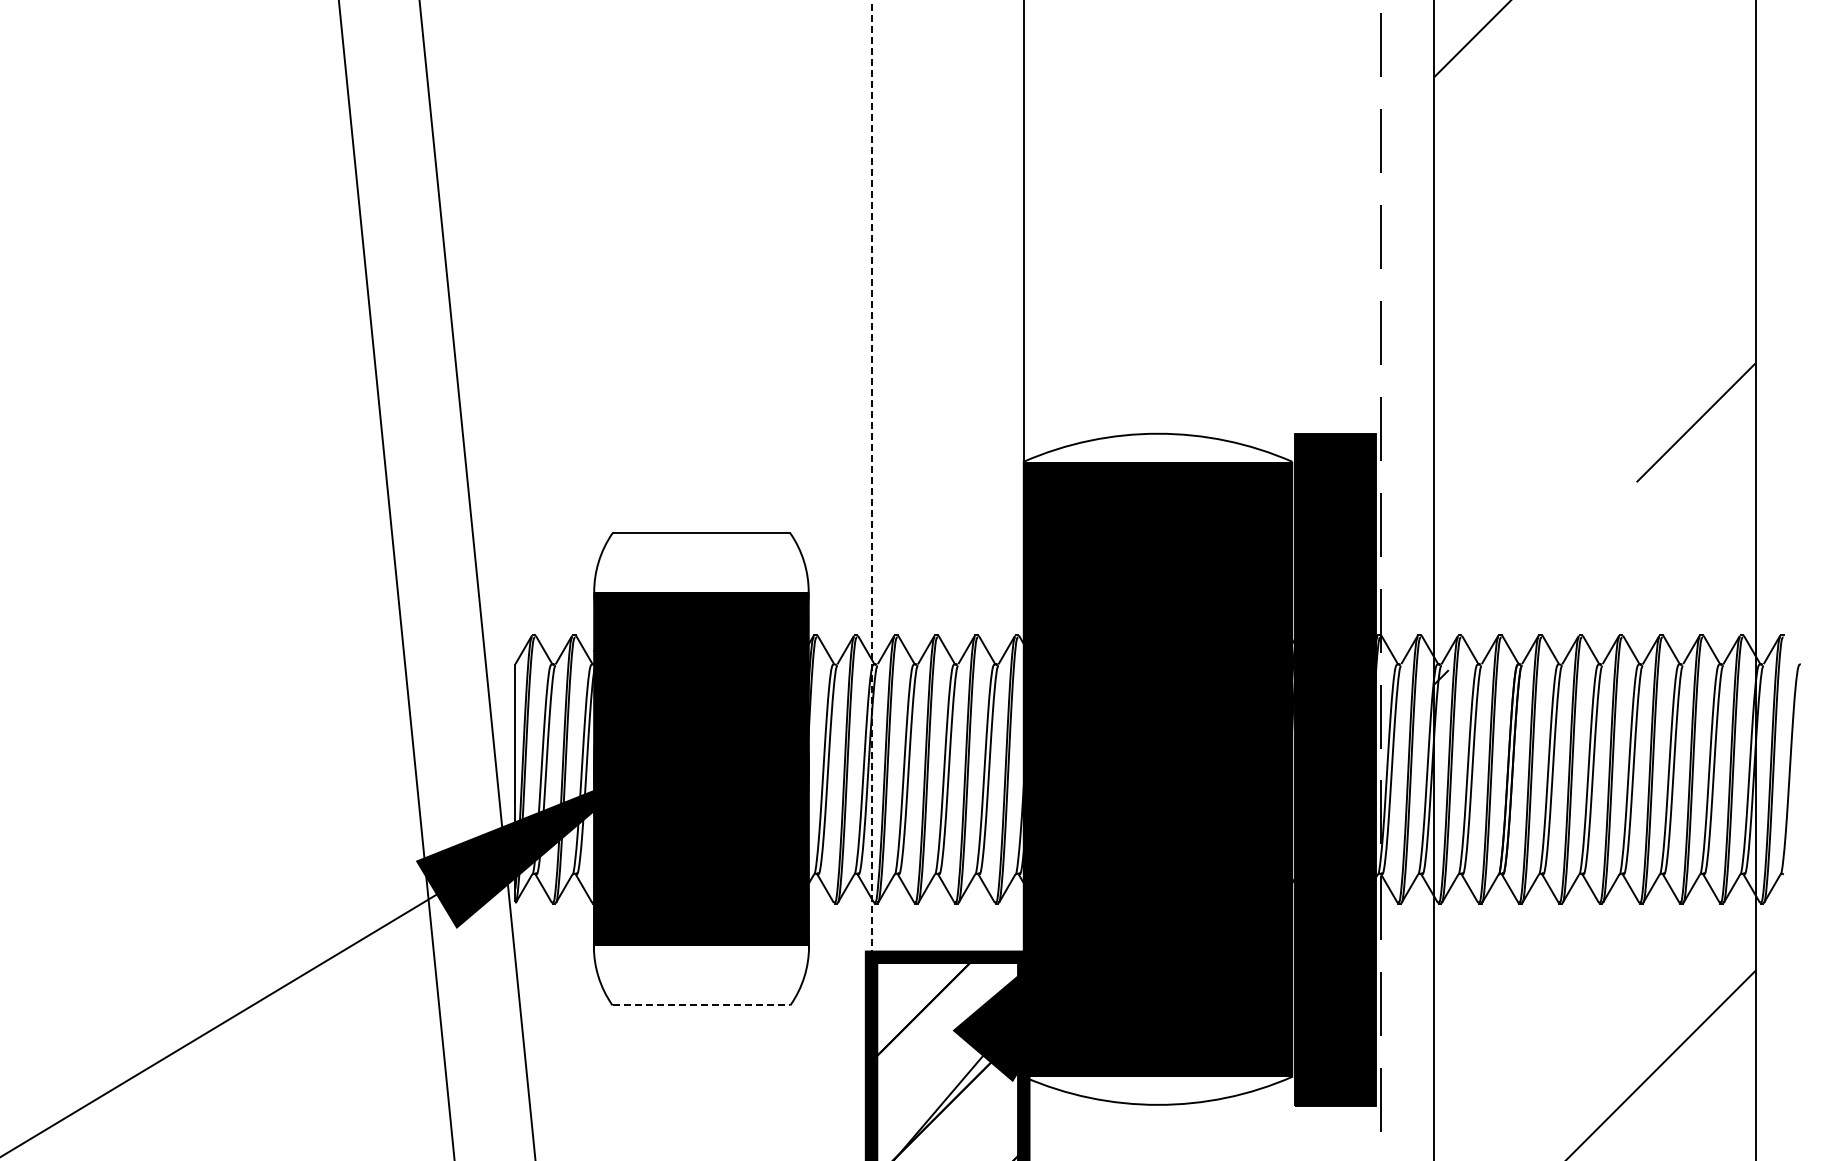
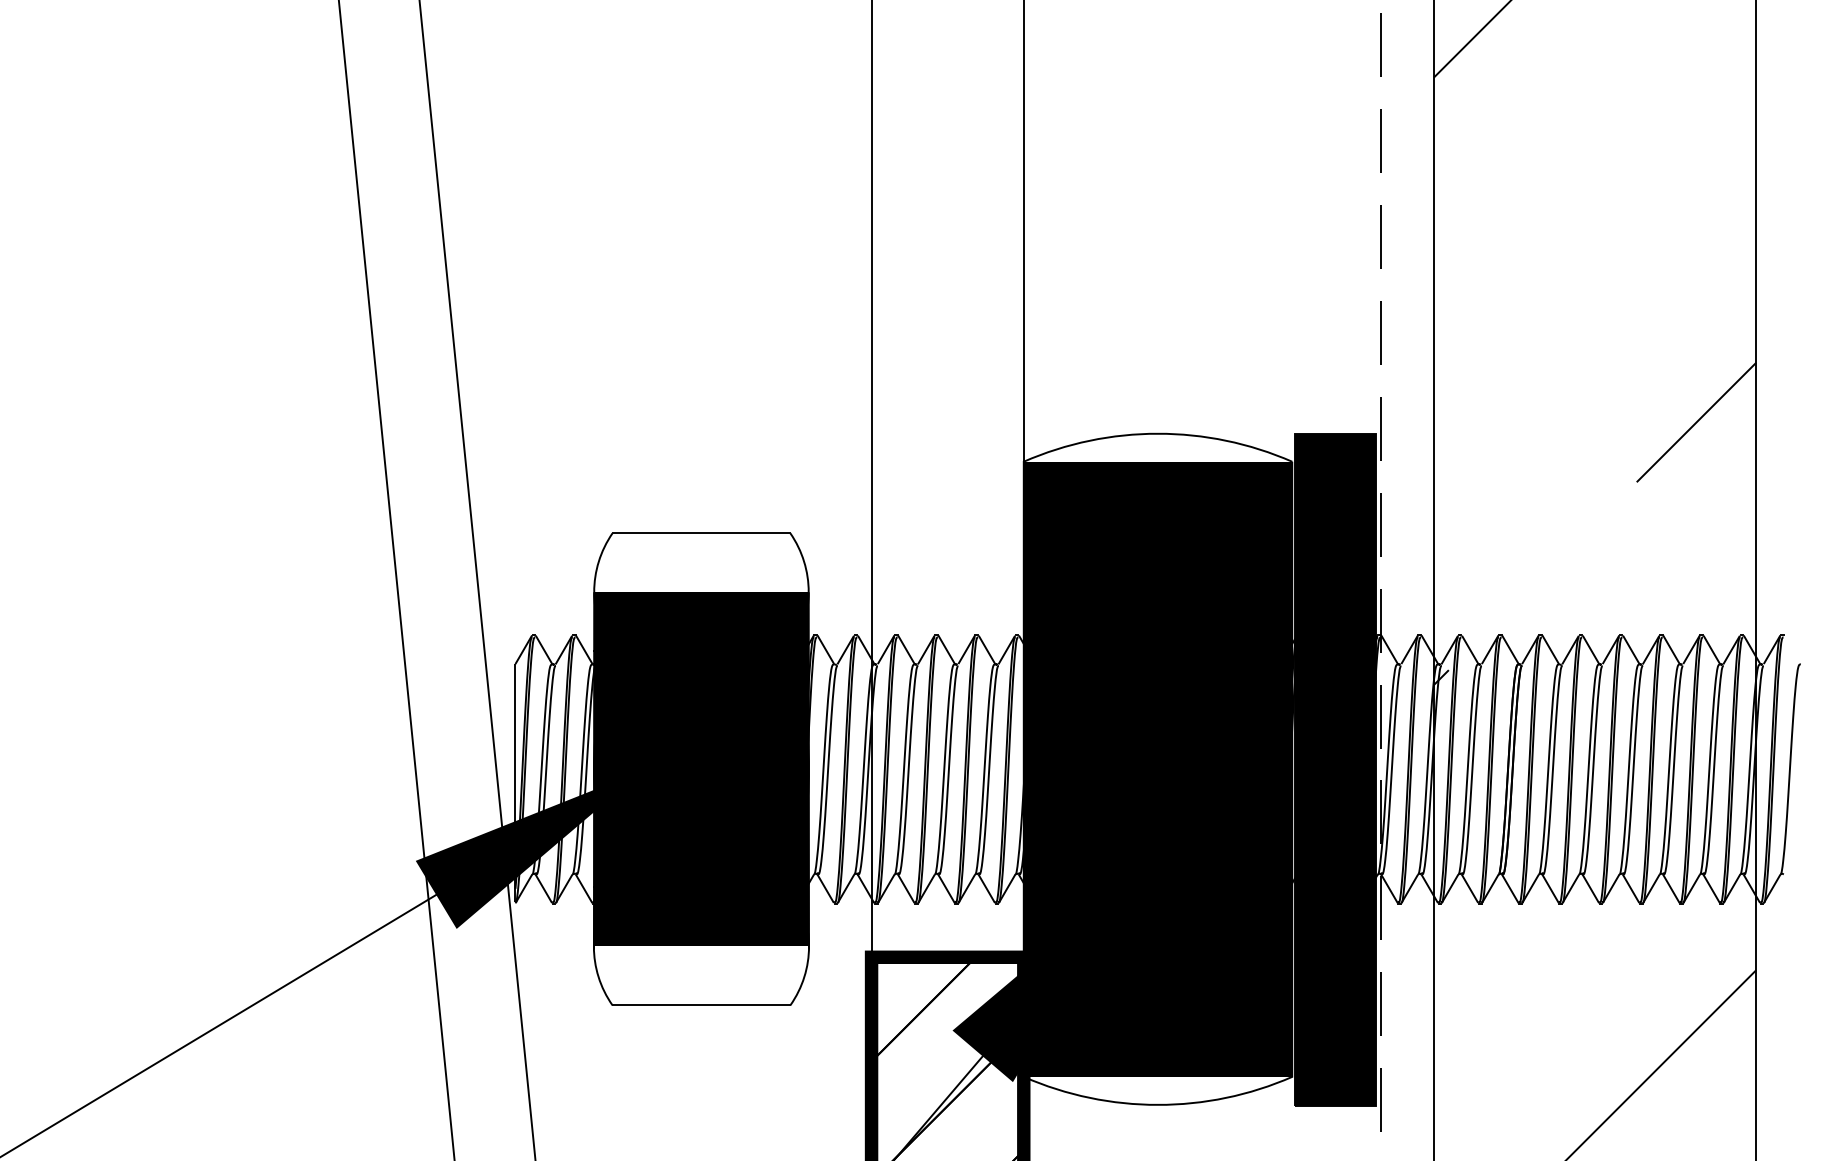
line at (871, 478): dashed -> solid
line at (701, 1005): dashed -> solid
